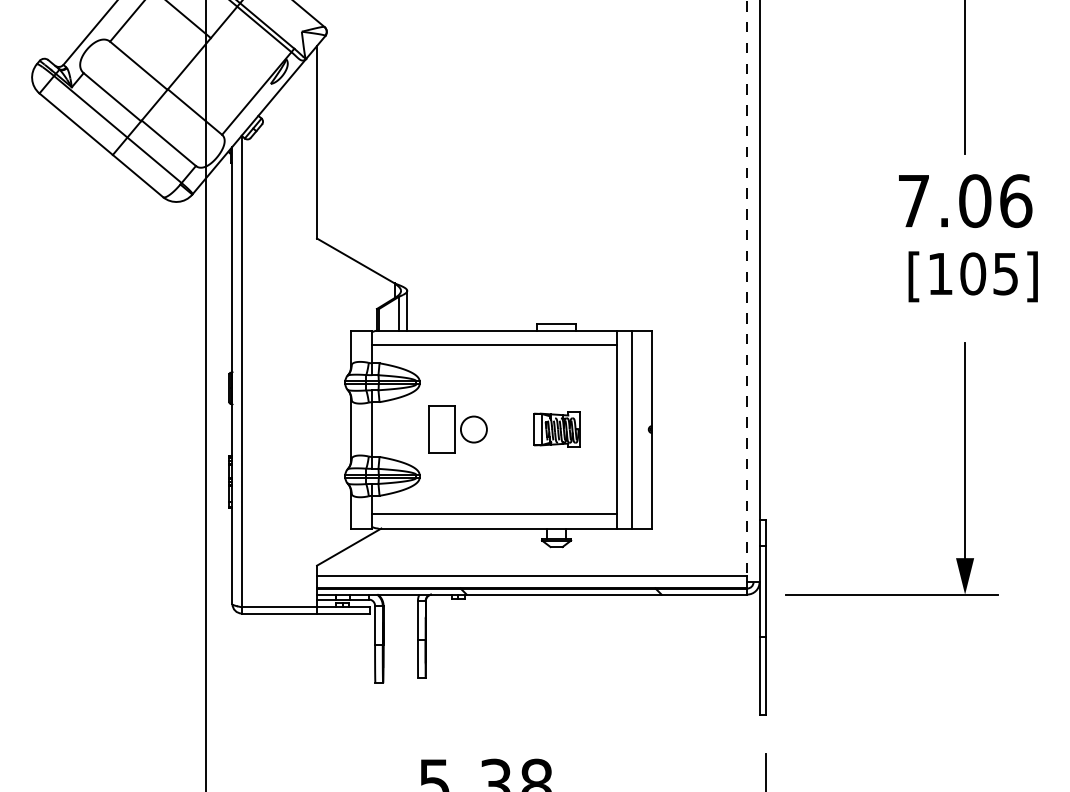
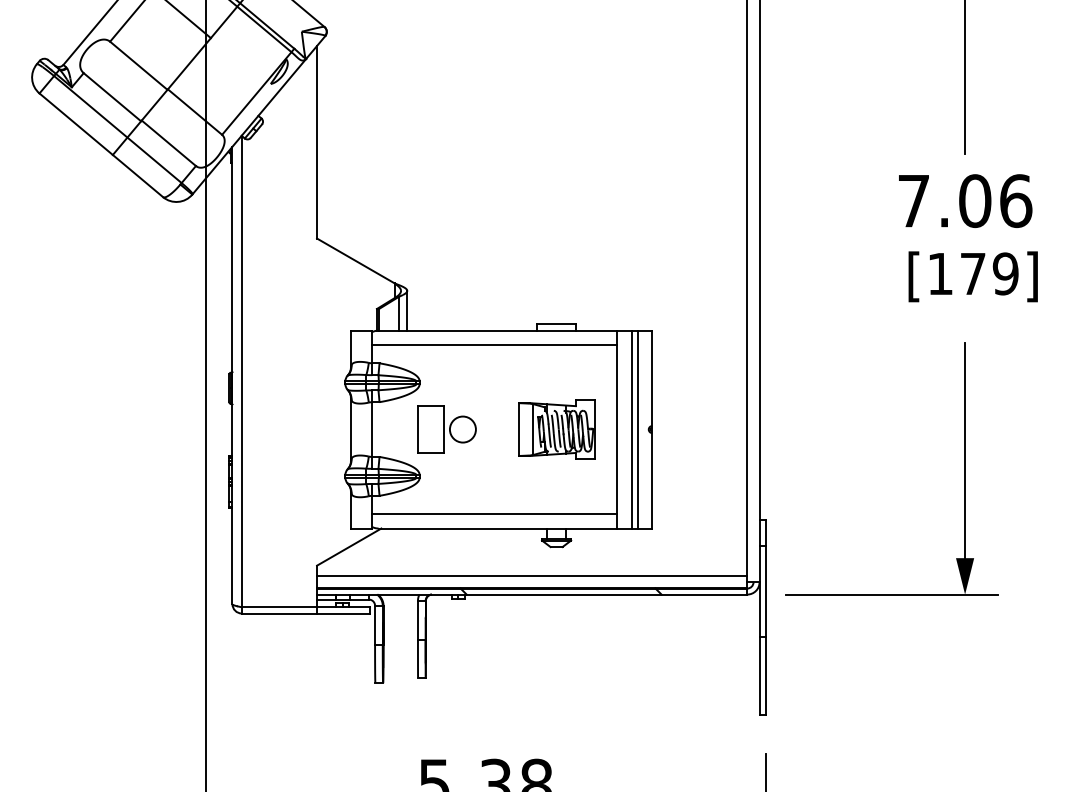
text at (989, 273): [105] -> [179]
line at (747, 288): dashed -> solid
part at (457, 429) position: (457, 429) -> (446, 429)
part at (556, 429) size: 48x37 px -> 78x61 px
line at (637, 429): none -> present
